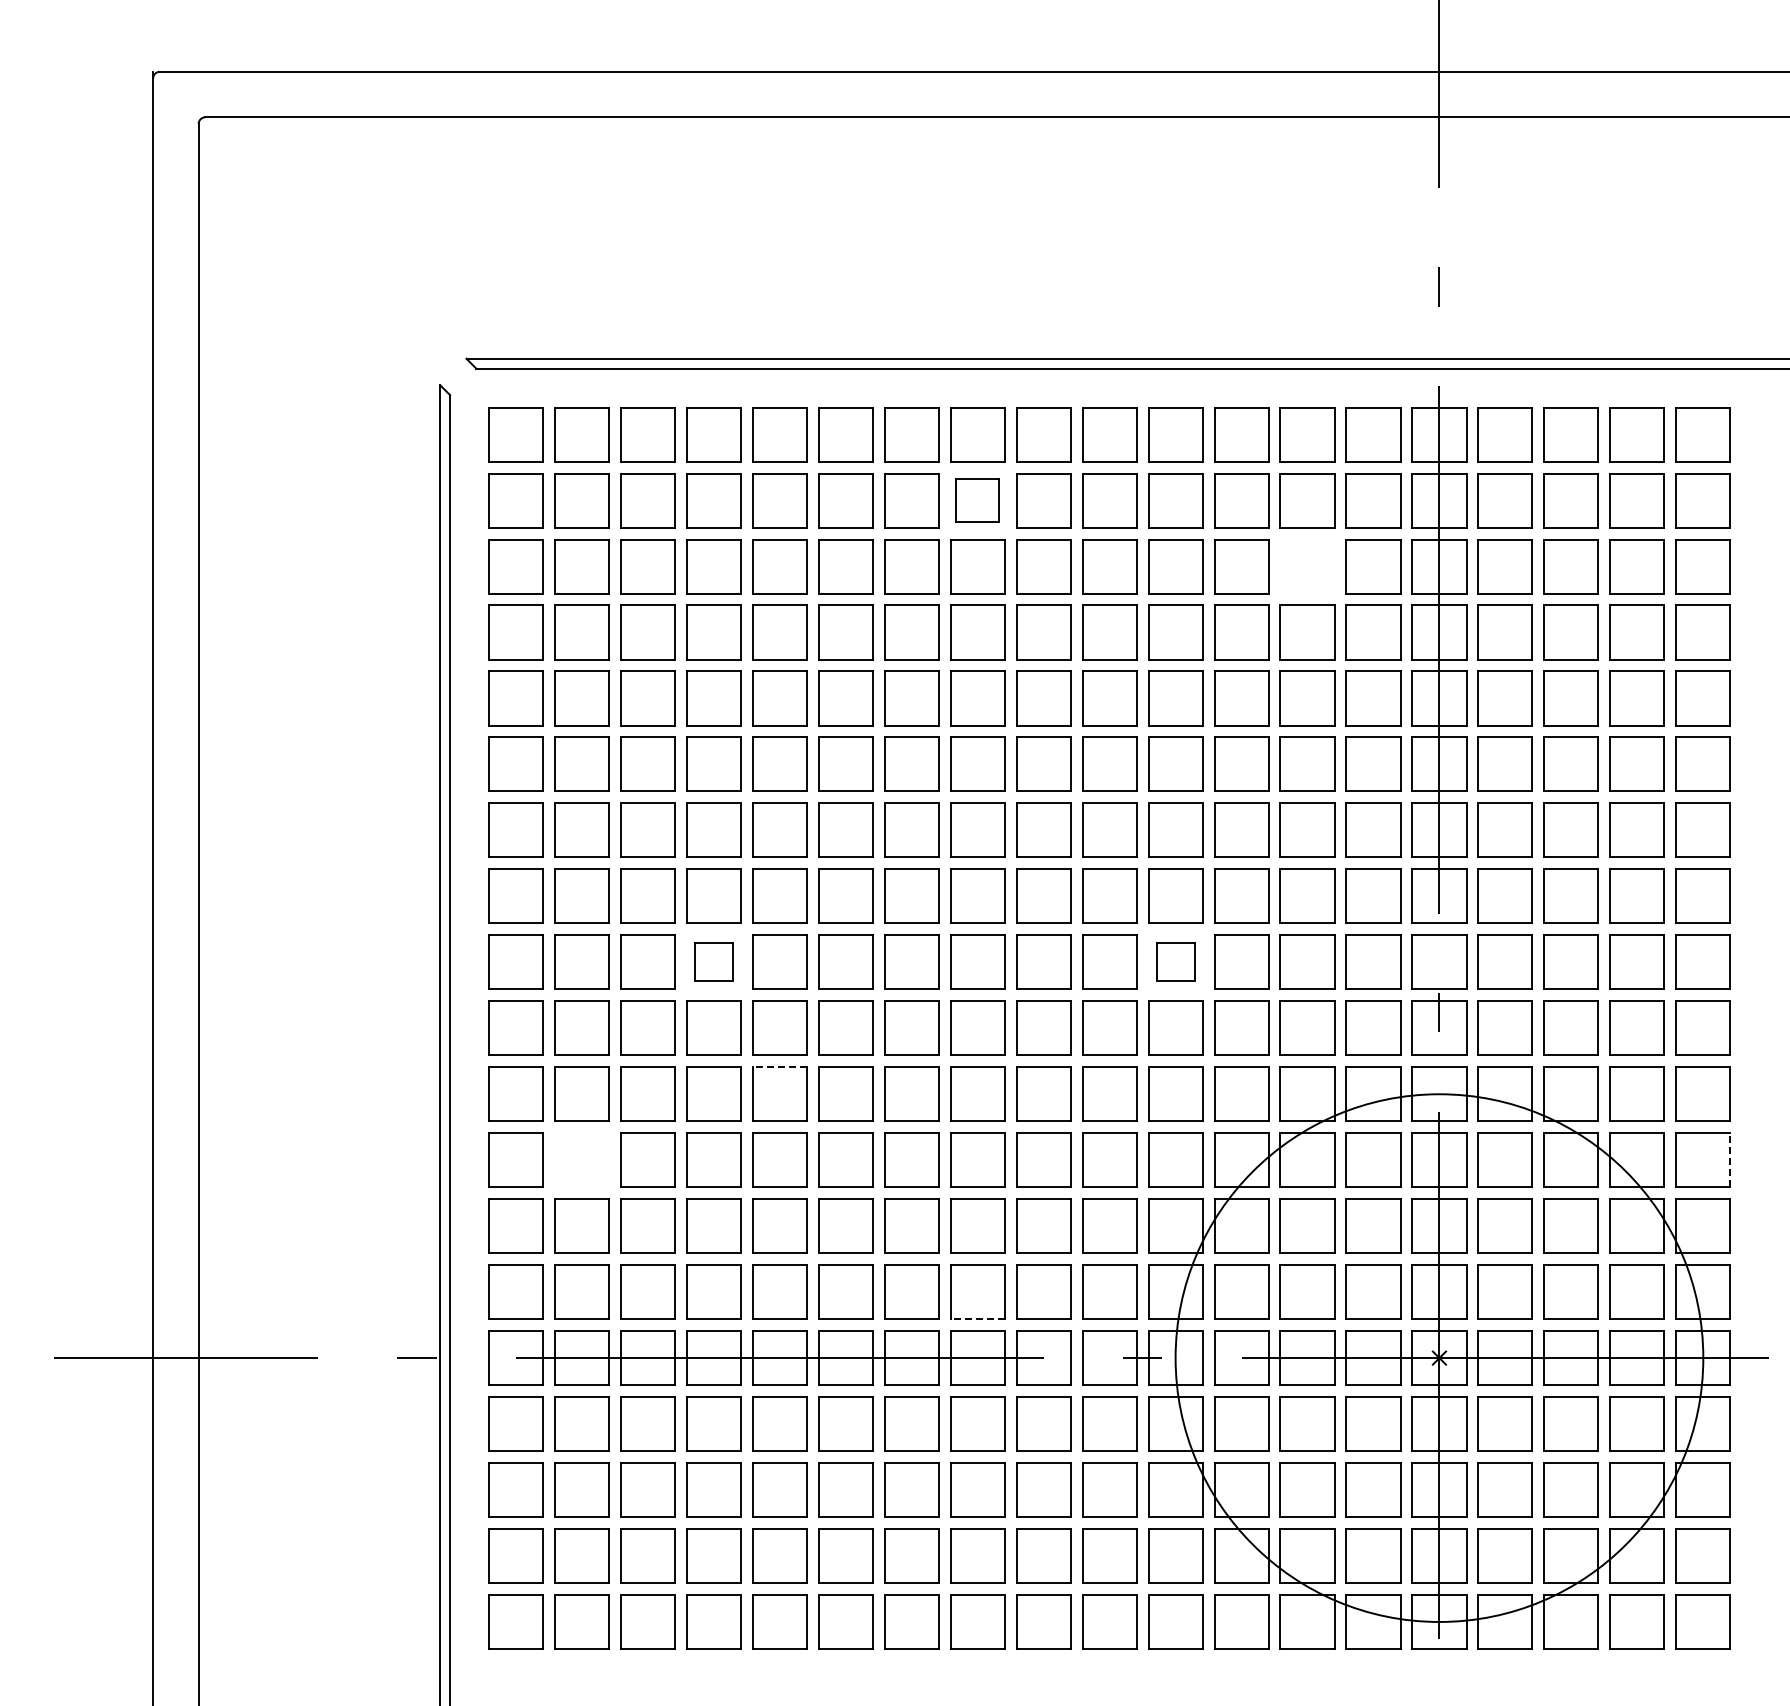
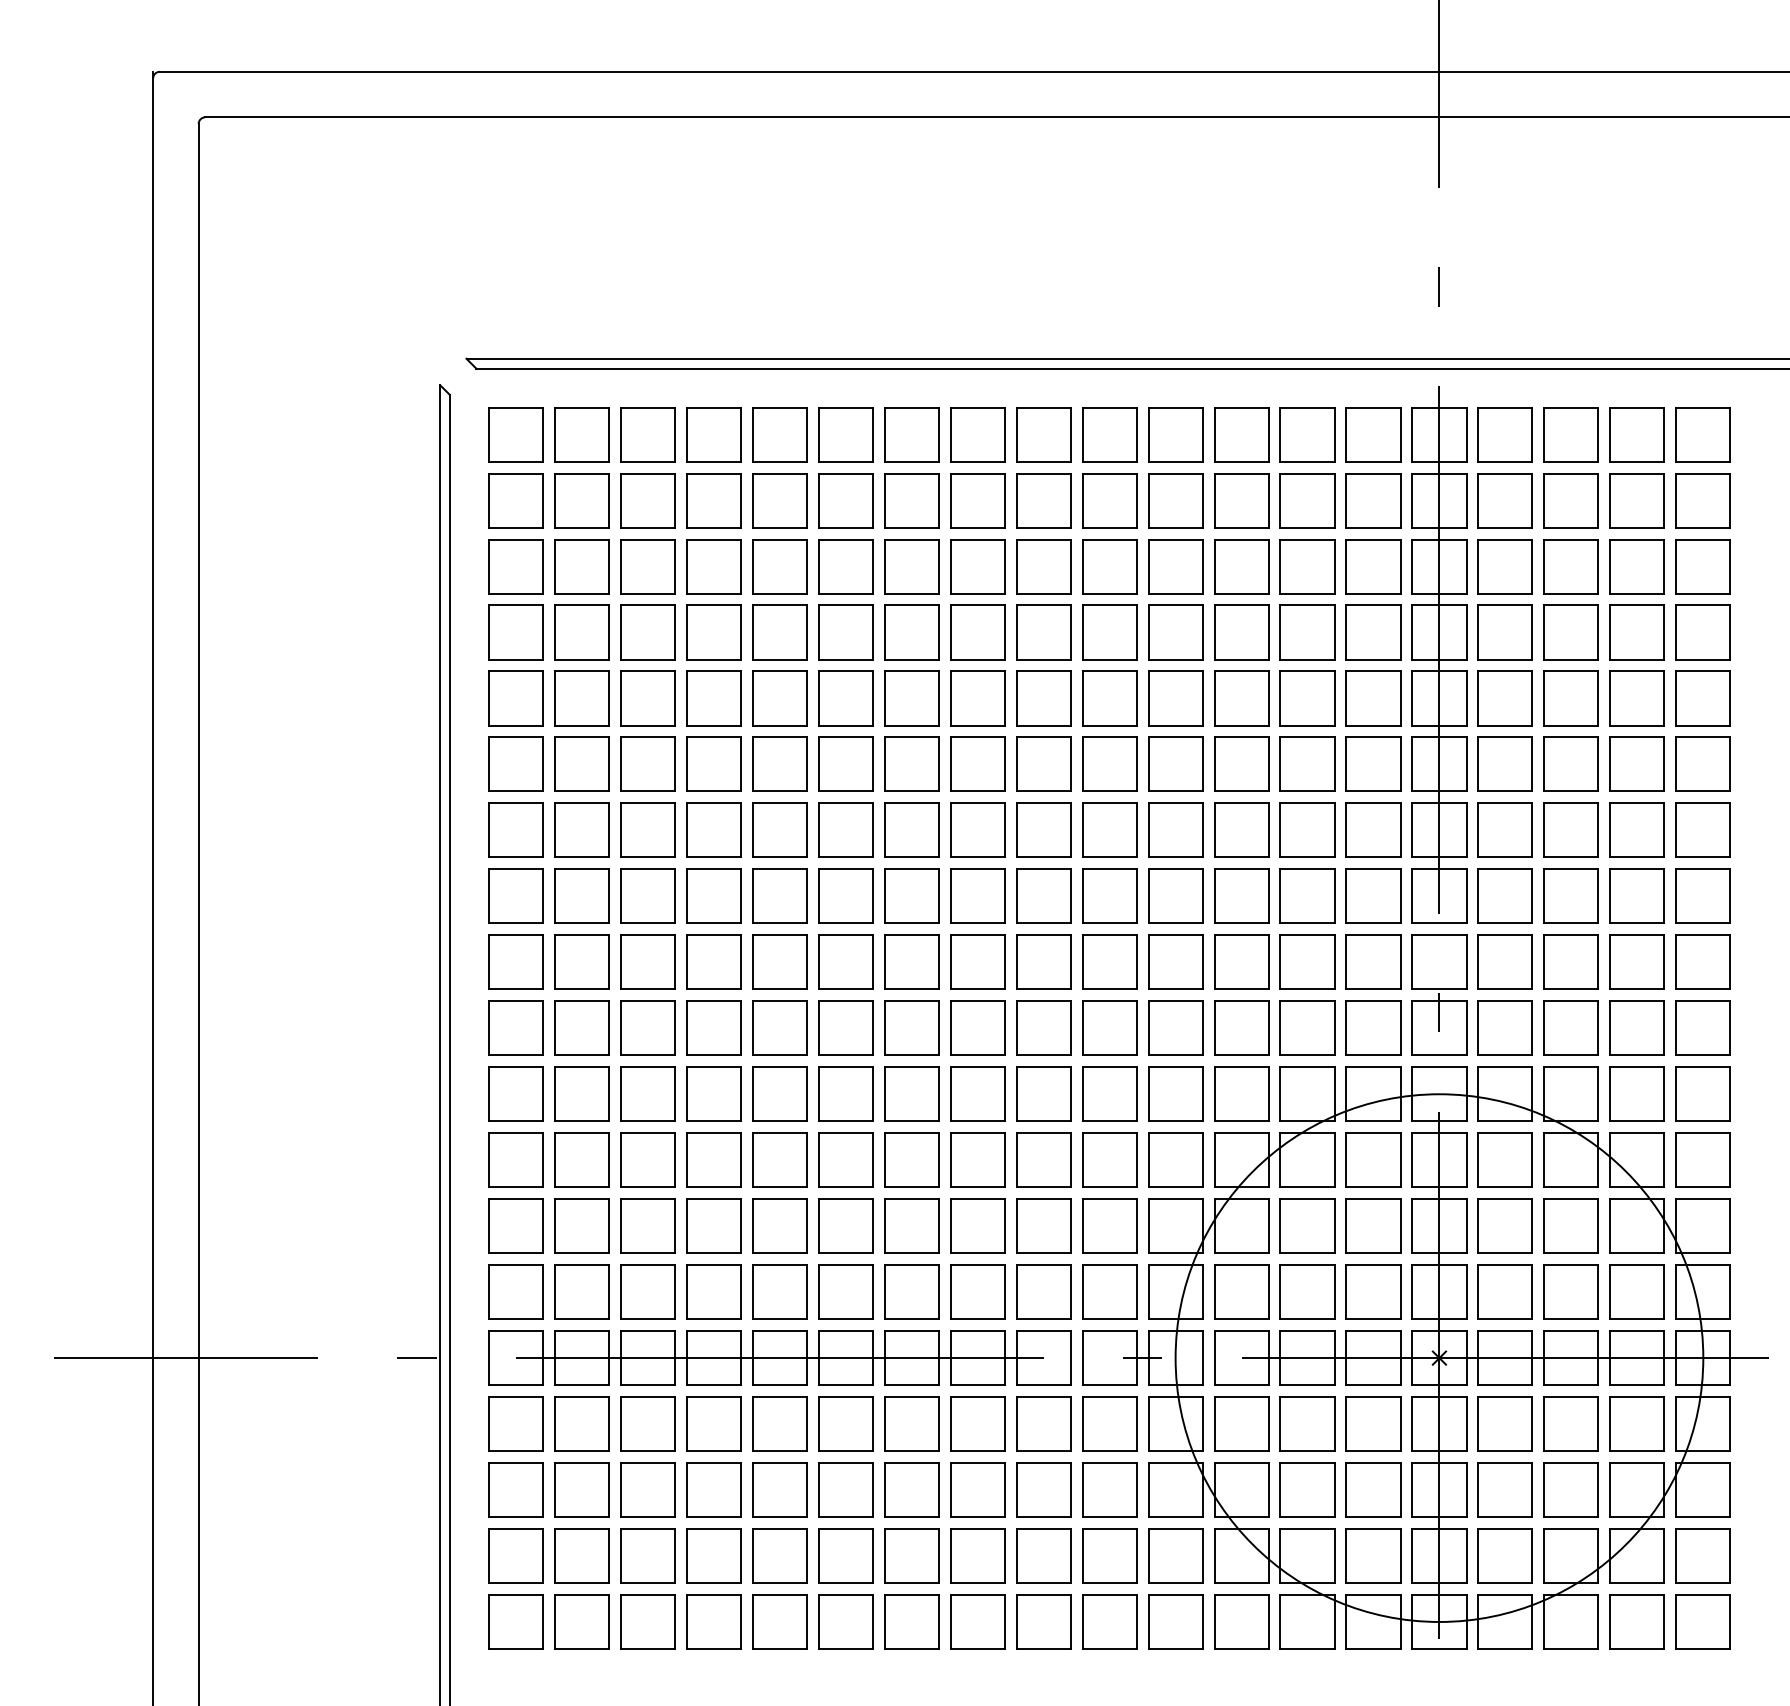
part at (977, 500) size: 45x45 px -> 56x56 px
part at (1307, 566): none -> present
part at (713, 961) size: 40x40 px -> 56x56 px
part at (1175, 961) size: 40x40 px -> 56x56 px
line at (779, 1067): dashed -> solid
part at (581, 1159): none -> present
line at (1730, 1159): dashed -> solid
line at (977, 1319): dashed -> solid
